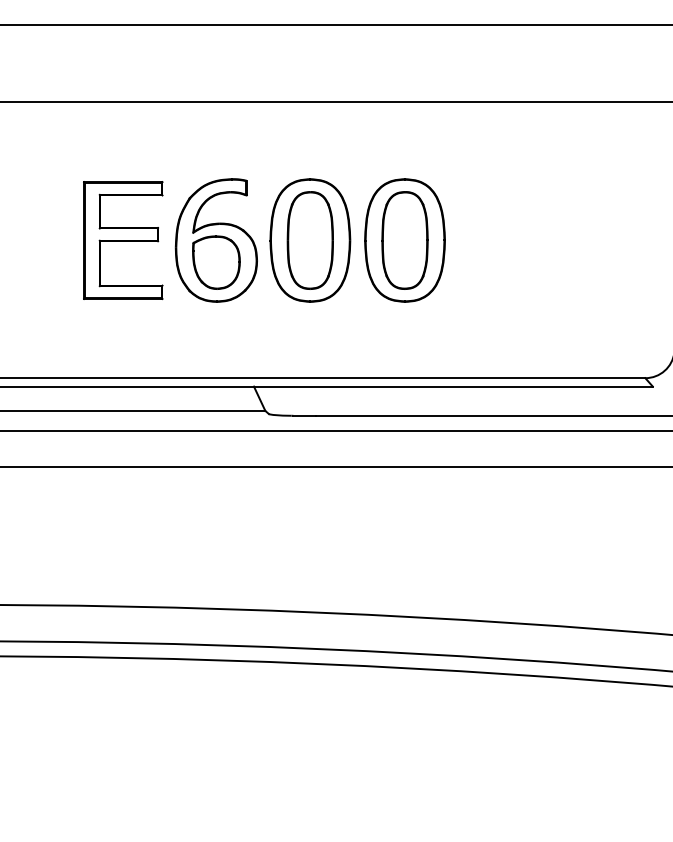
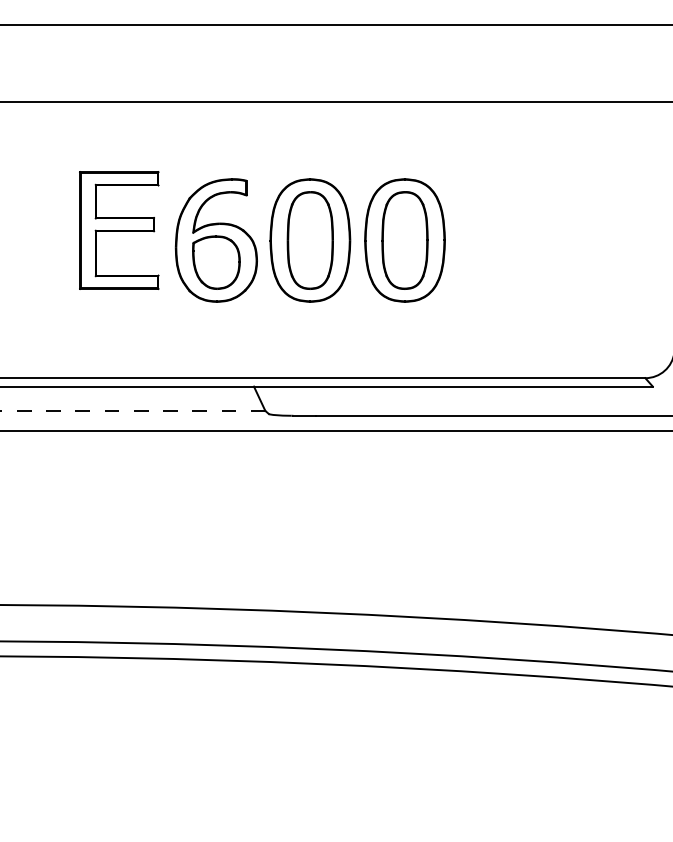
part at (123, 240) position: (123, 240) -> (119, 230)
line at (132, 410): solid -> dashed
line at (335, 467): present -> none
